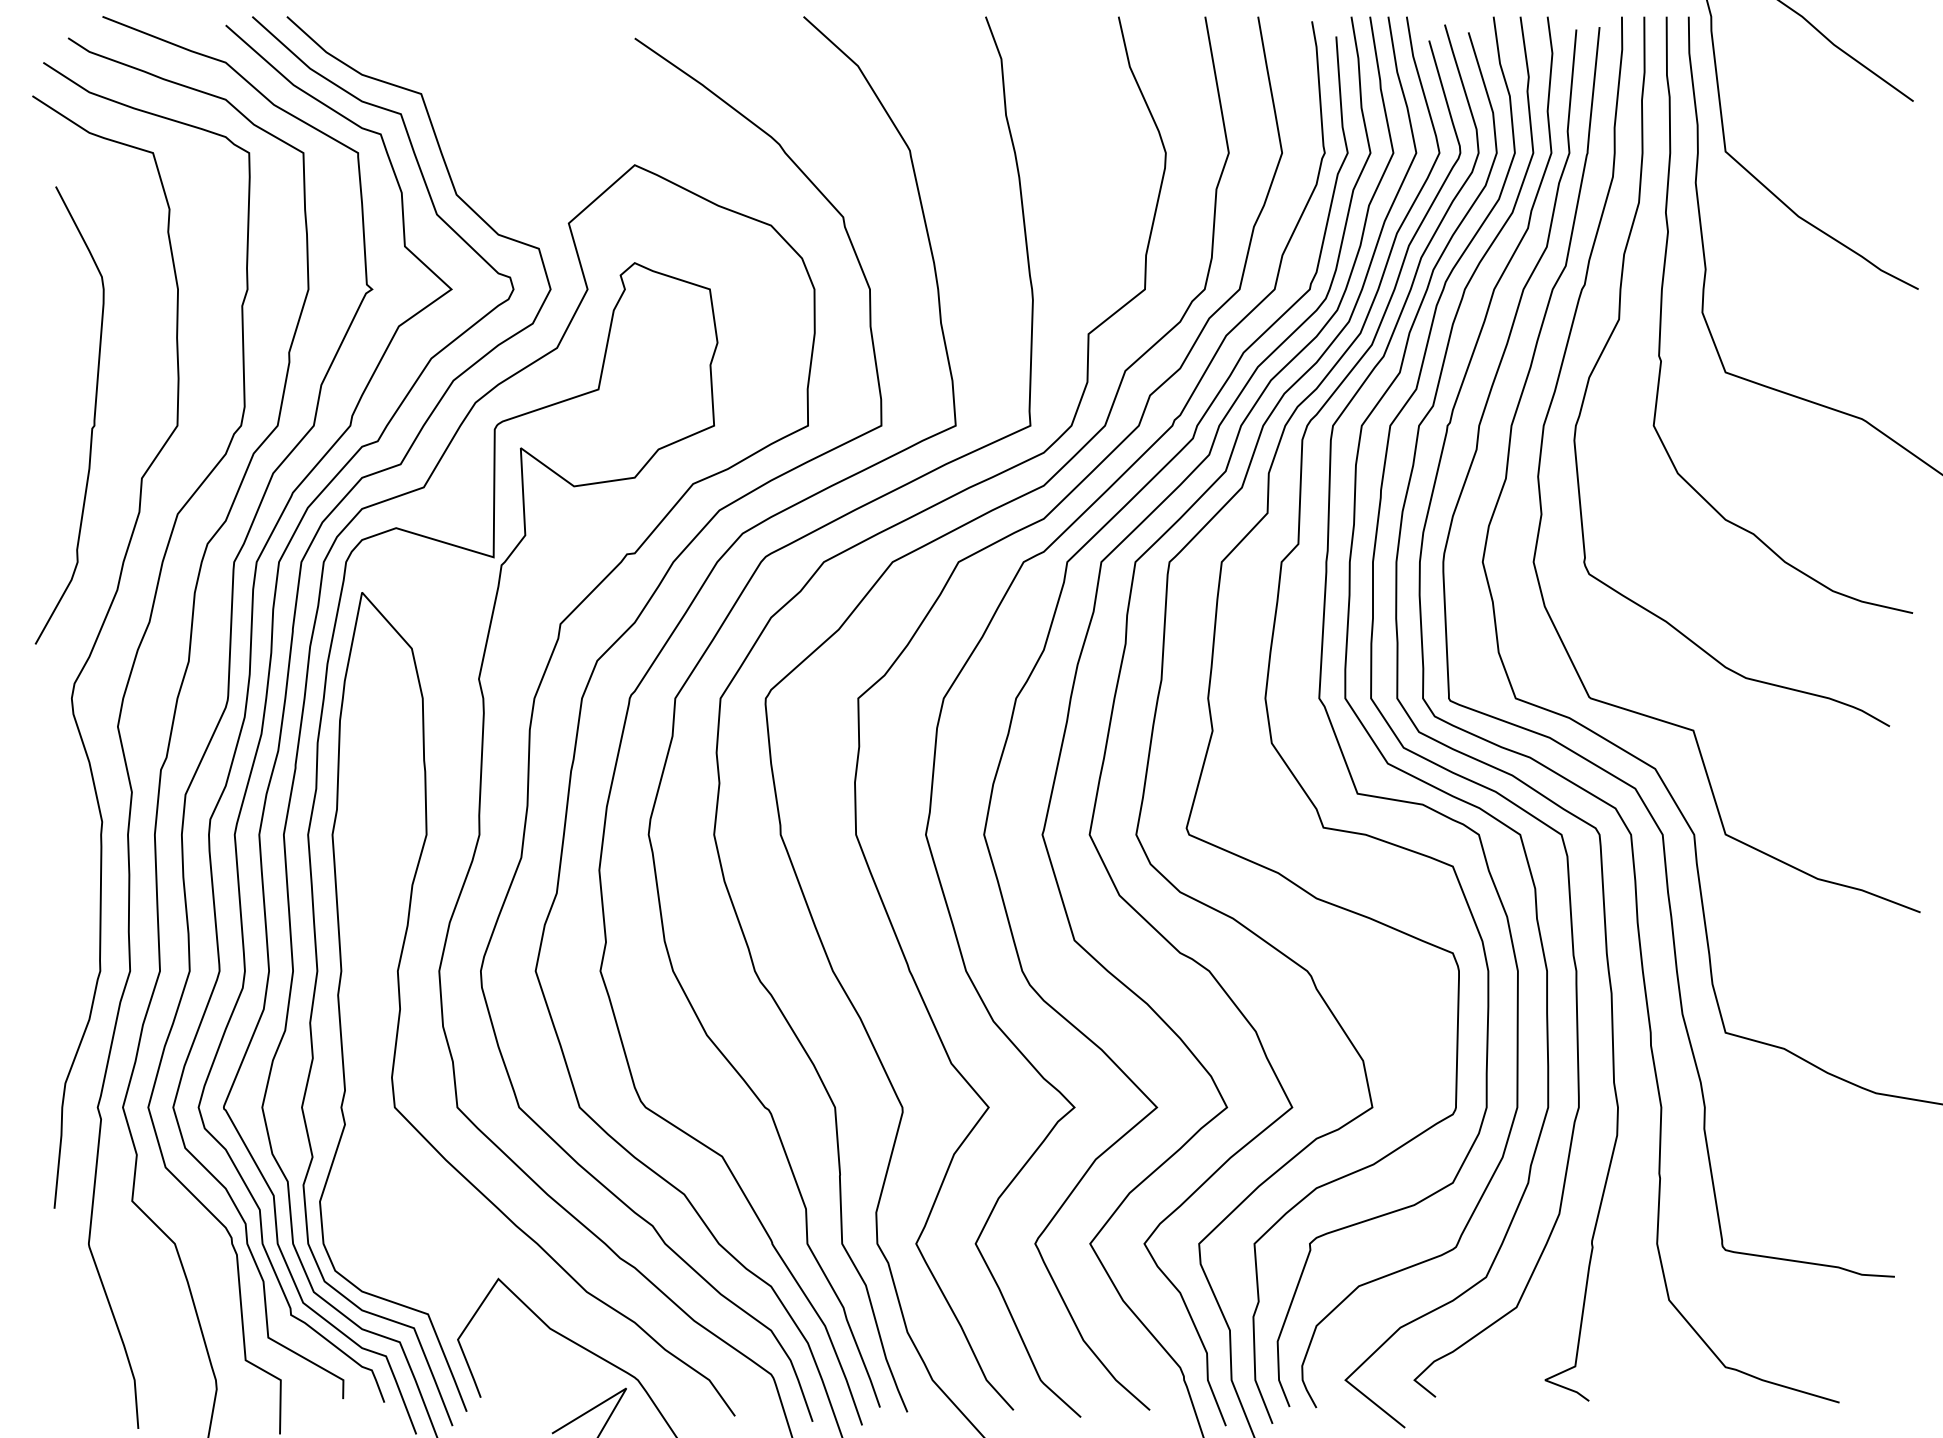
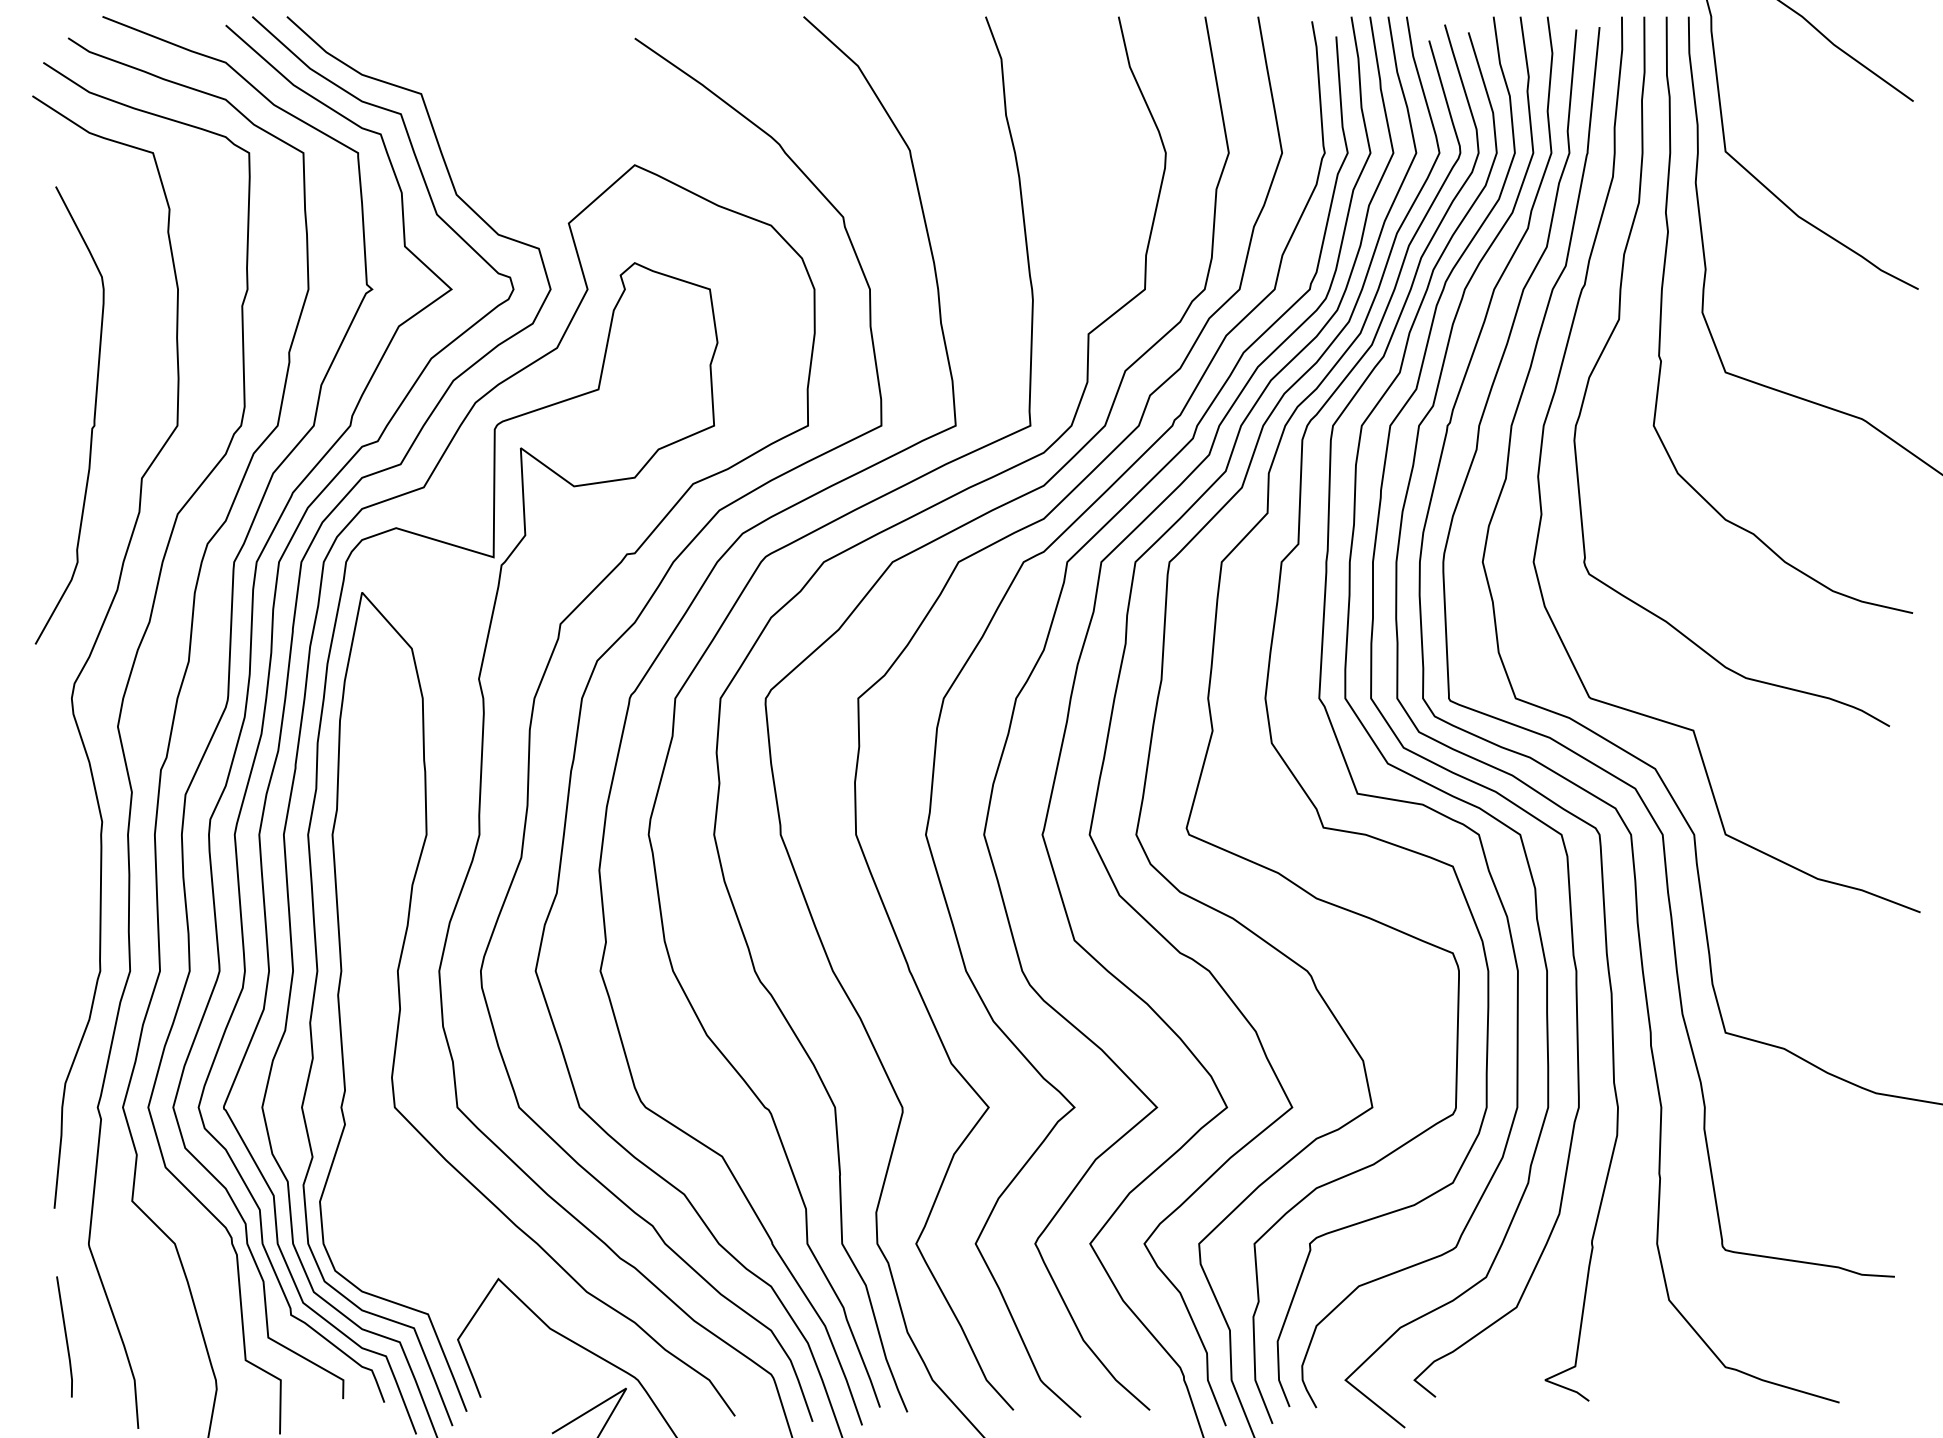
line at (65, 1336): none -> present
